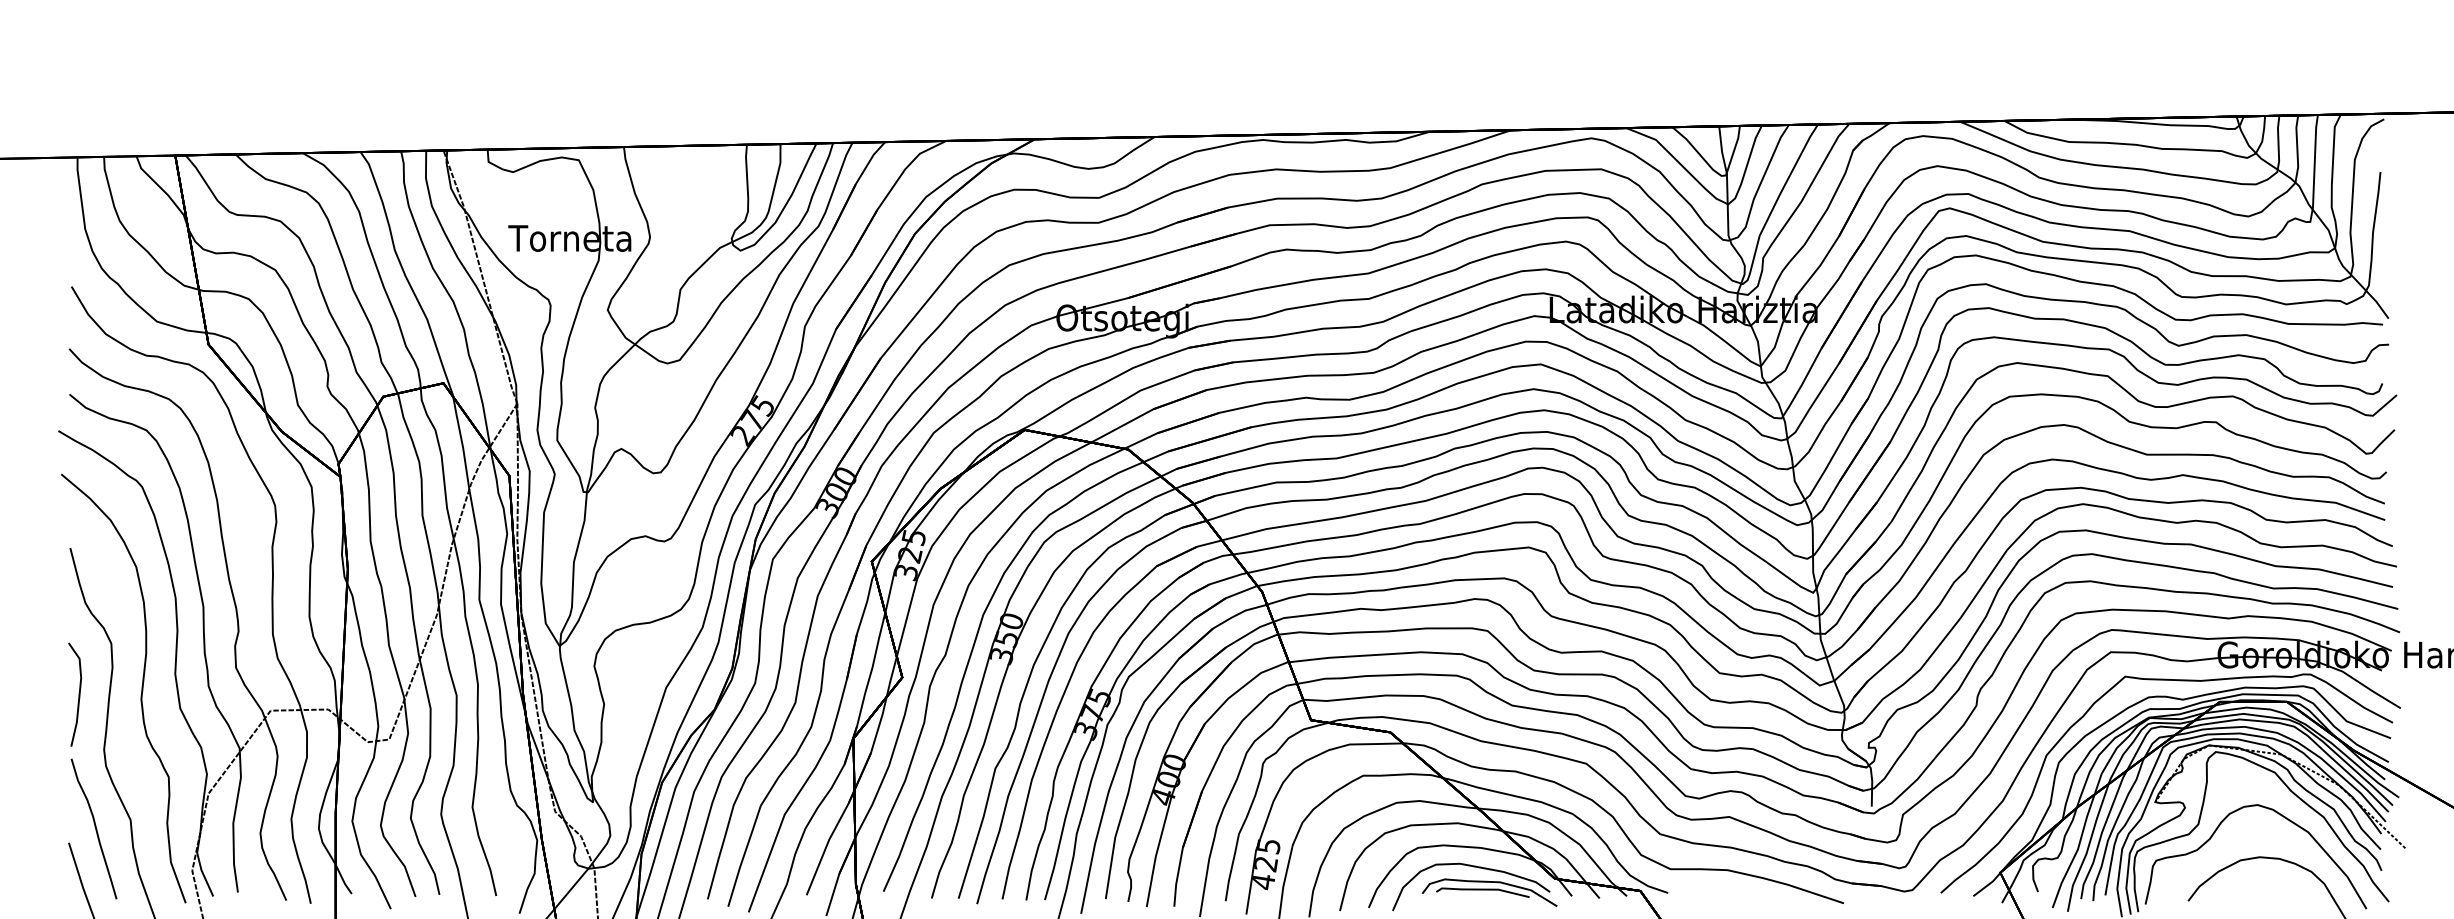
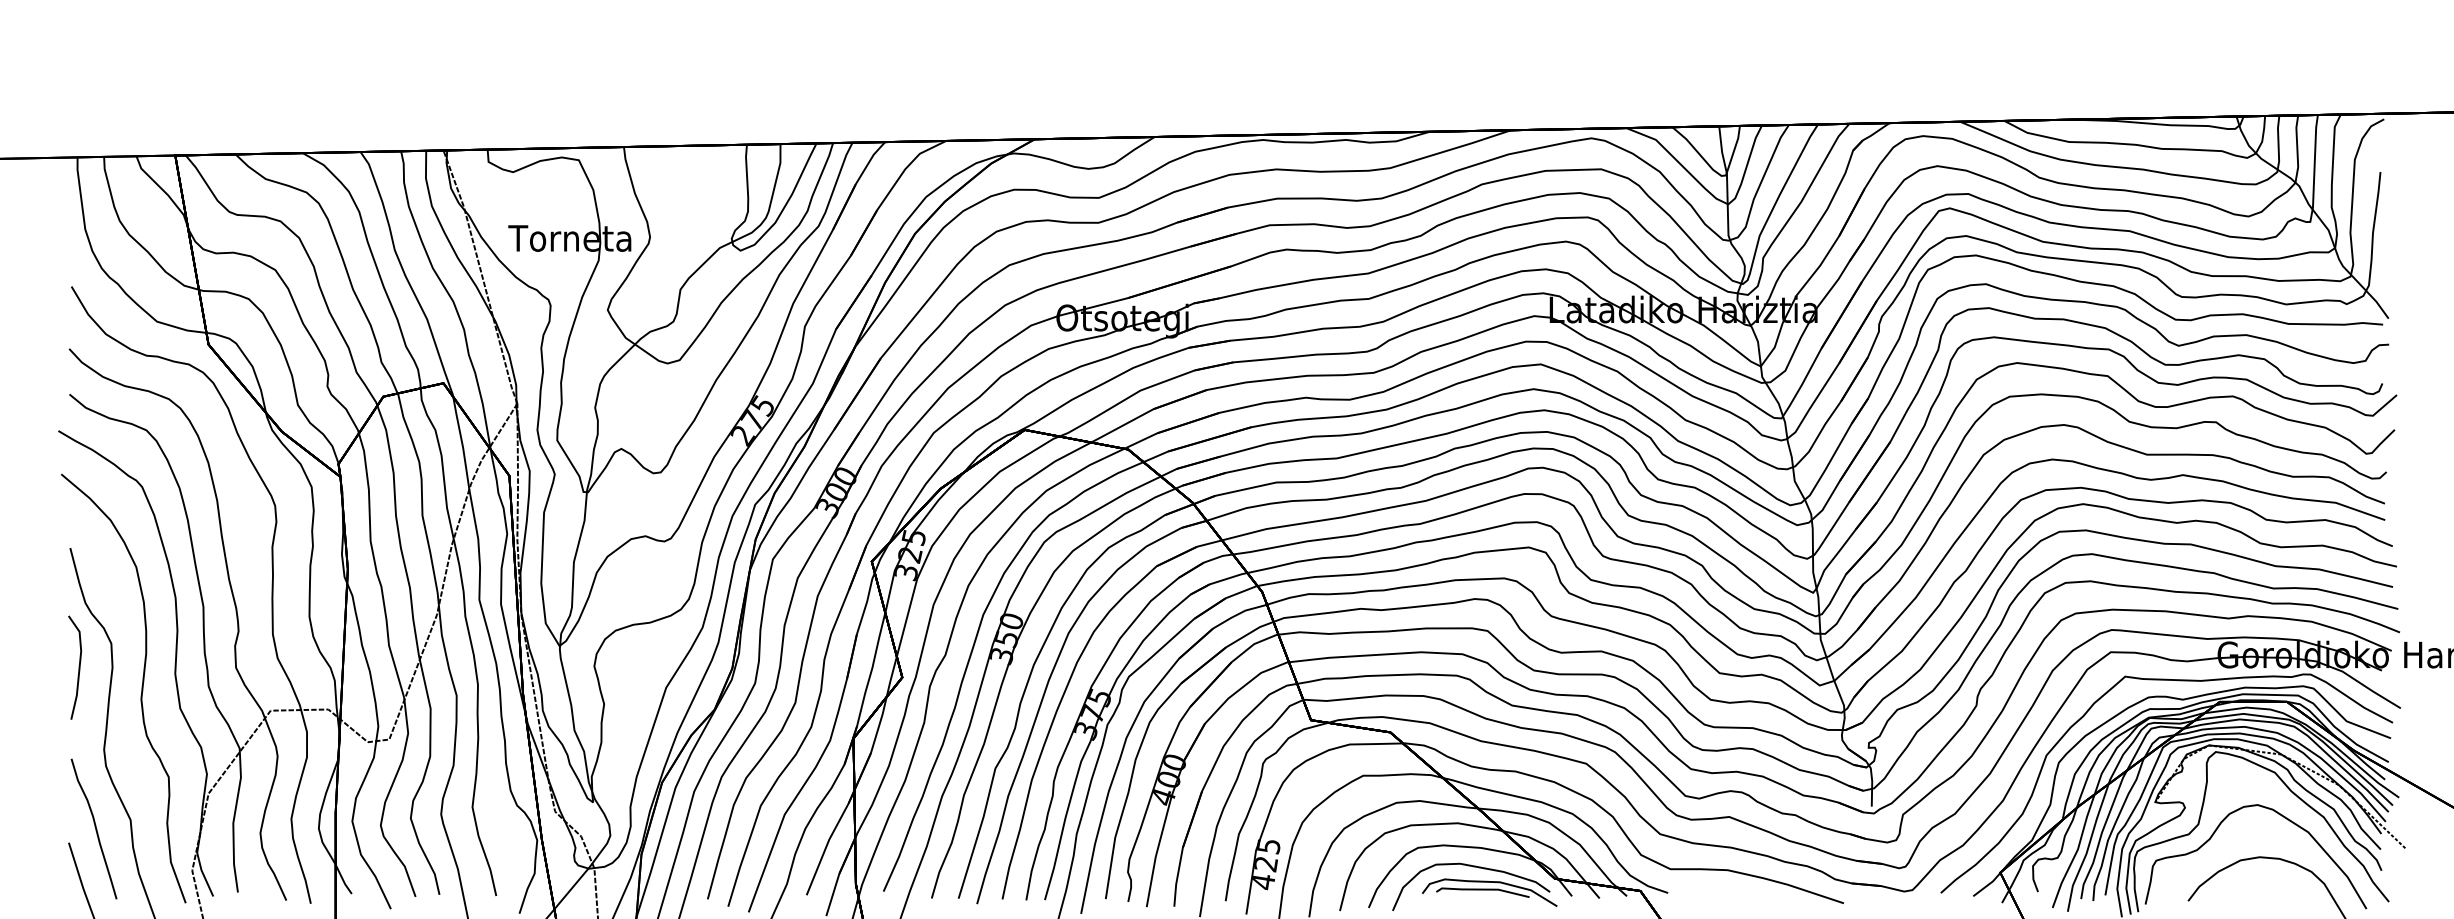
line at (78, 694) position: (78, 694) -> (78, 667)
